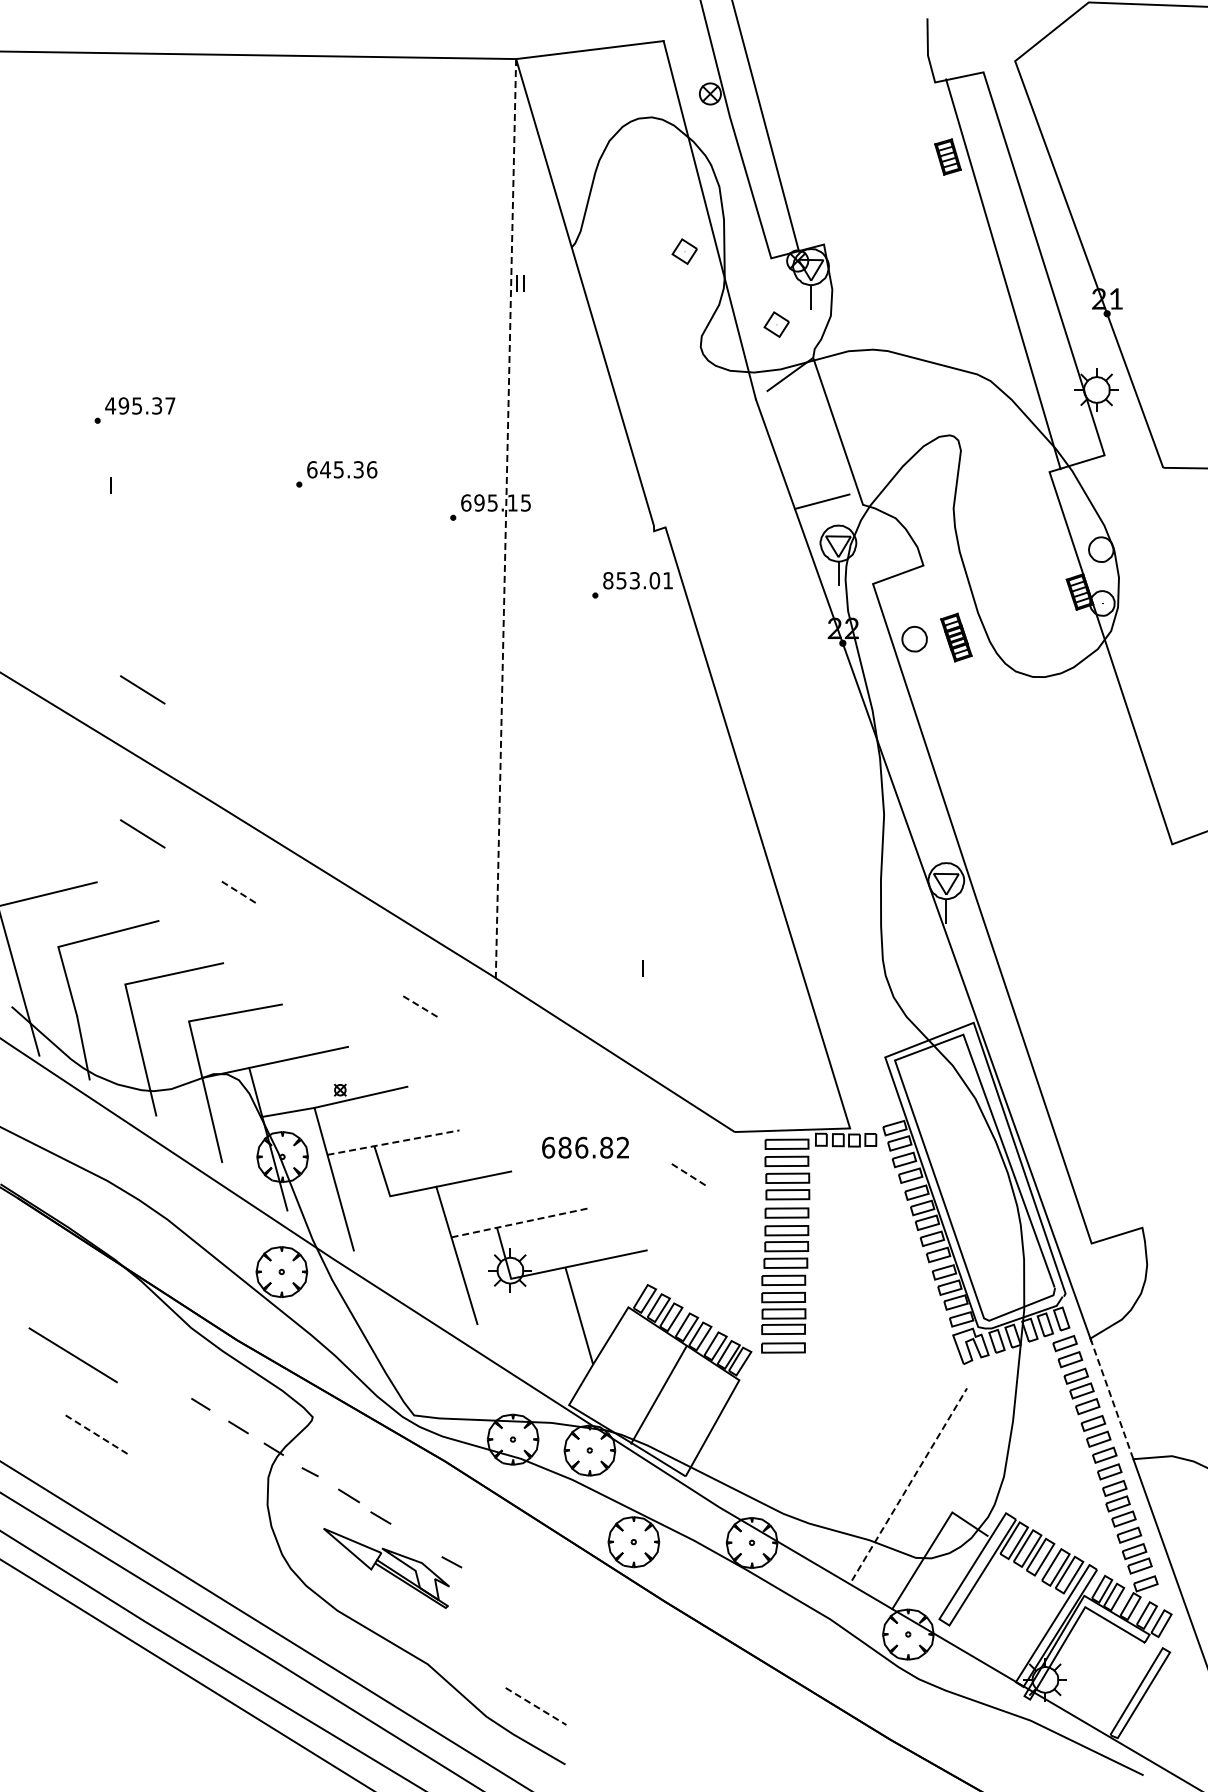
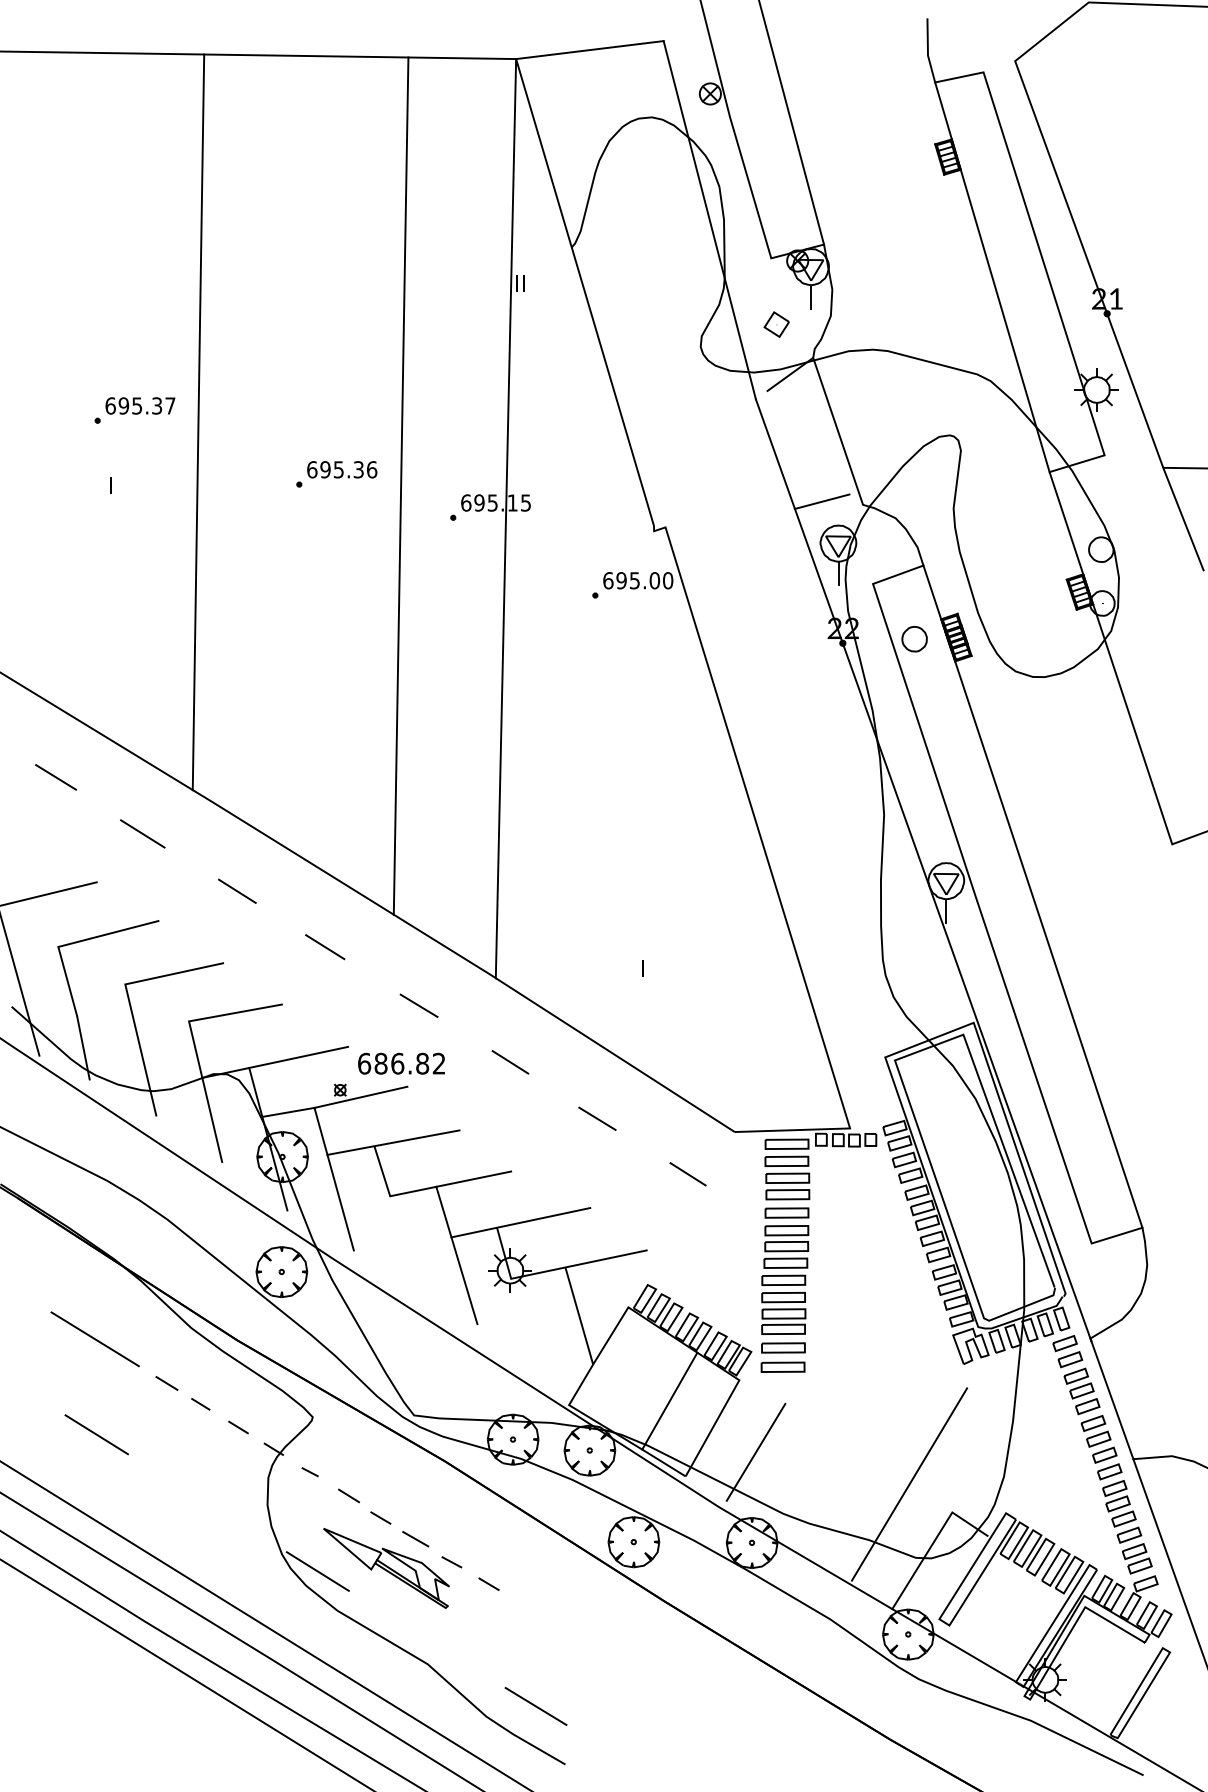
line at (765, 126) position: (765, 126) -> (791, 123)
part at (684, 251): present -> none
line at (1003, 274) position: (1003, 274) -> (992, 277)
text at (110, 405): 495.37 -> 695.37
line at (198, 422): none -> present
text at (325, 469): 645.36 -> 695.36
line at (400, 485): none -> present
line at (505, 518): dashed -> solid
line at (1183, 518): none -> present
text at (638, 580): 853.01 -> 695.00
line at (142, 689): present -> none
line at (56, 777): none -> present
line at (237, 891): dashed -> solid
line at (1032, 896): none -> present
line at (325, 947): none -> present
line at (418, 1005): dashed -> solid
line at (510, 1062): none -> present
line at (597, 1118): none -> present
line at (393, 1142): dashed -> solid
text at (585, 1147) position: (585, 1147) -> (401, 1063)
line at (688, 1174): dashed -> solid
line at (520, 1222): dashed -> solid
line at (72, 1355) position: (72, 1355) -> (94, 1339)
part at (782, 1366): none -> present
line at (166, 1383): none -> present
line at (658, 1394) position: (658, 1394) -> (669, 1400)
line at (1112, 1400): dashed -> solid
line at (96, 1434): dashed -> solid
line at (755, 1451): none -> present
line at (909, 1484): dashed -> solid
line at (415, 1539): none -> present
line at (317, 1571): none -> present
line at (488, 1583): none -> present
line at (536, 1706): dashed -> solid
